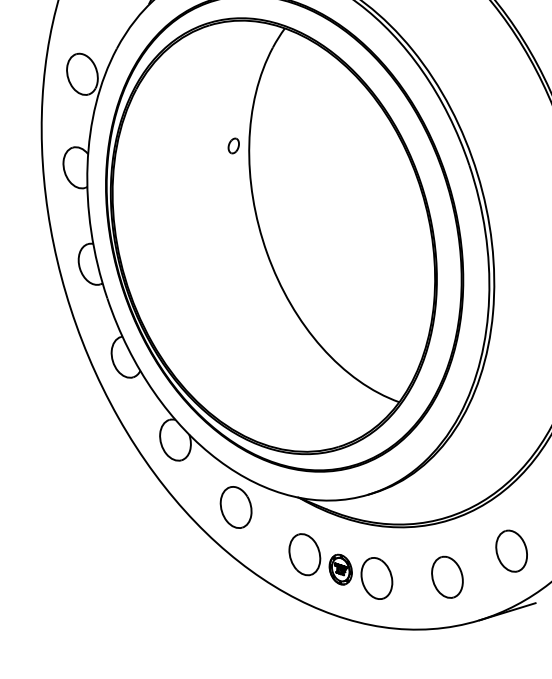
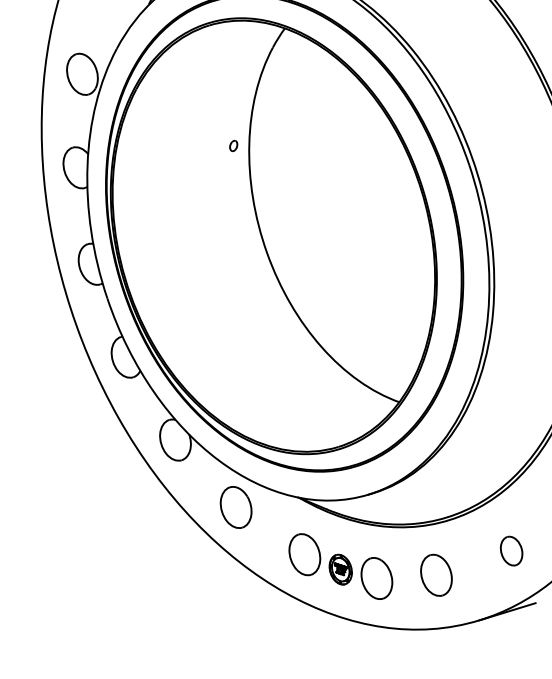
part at (233, 145) size: 13x18 px -> 10x13 px
part at (511, 550) size: 33x44 px -> 25x32 px
part at (447, 576) position: (447, 576) -> (436, 574)
